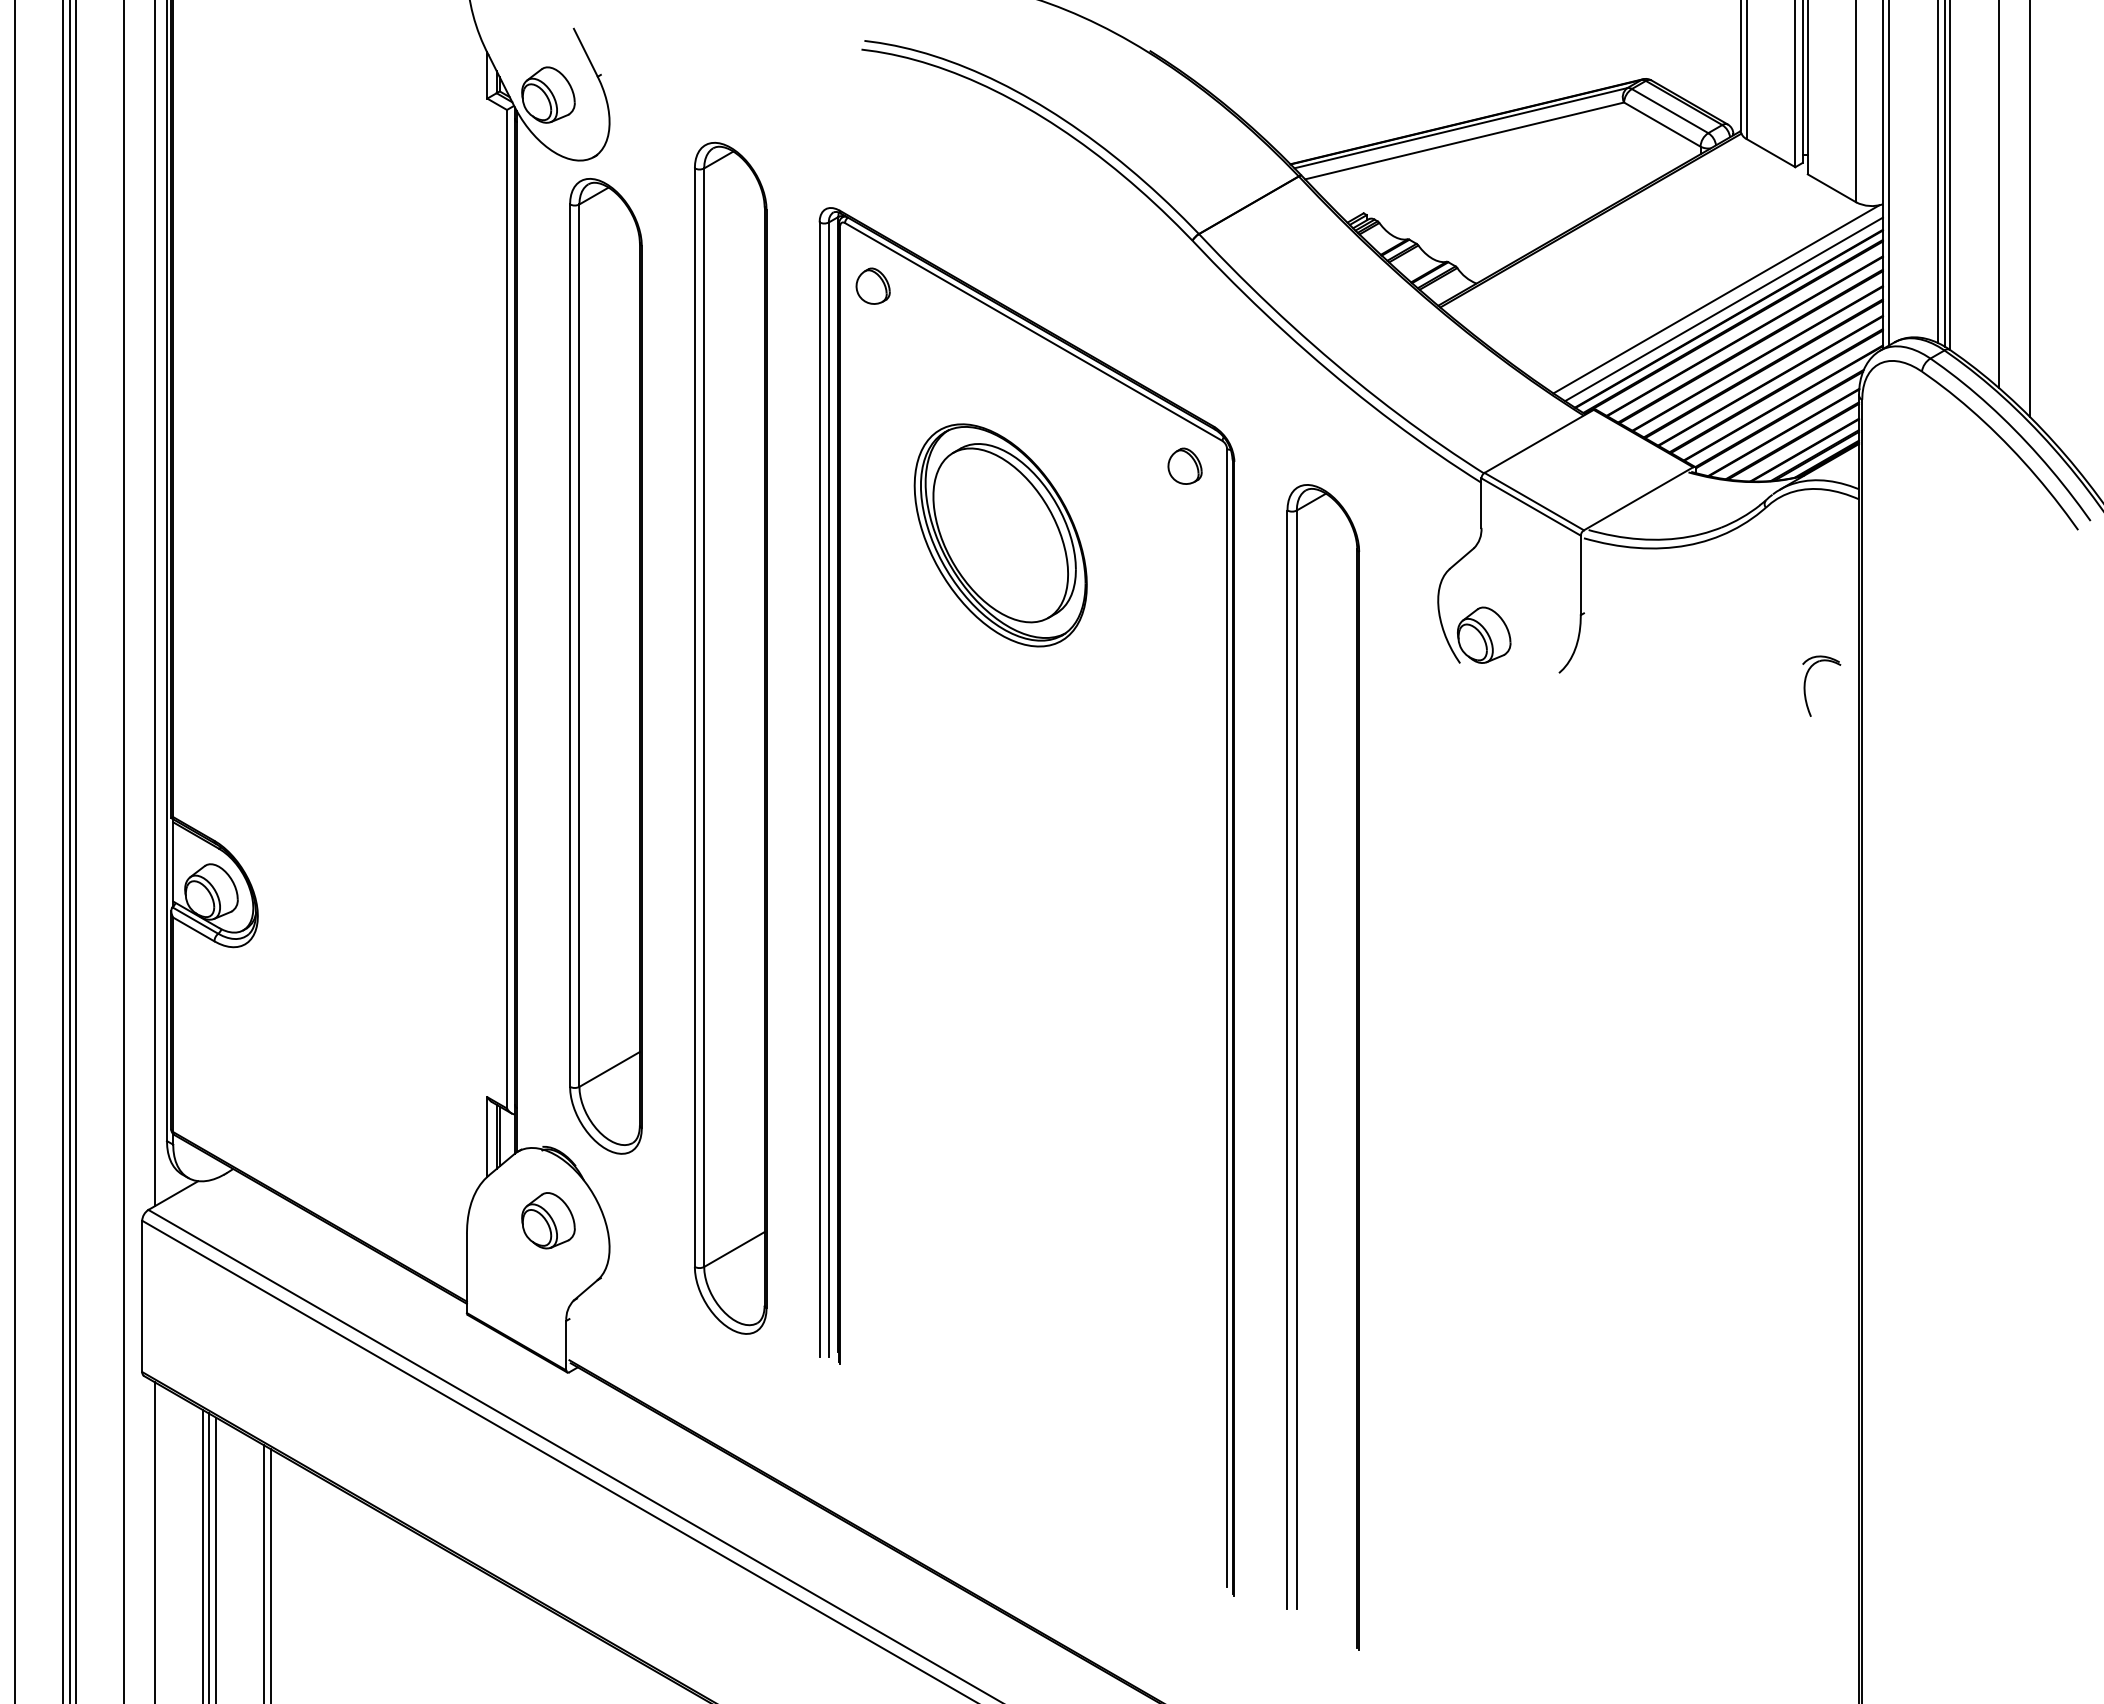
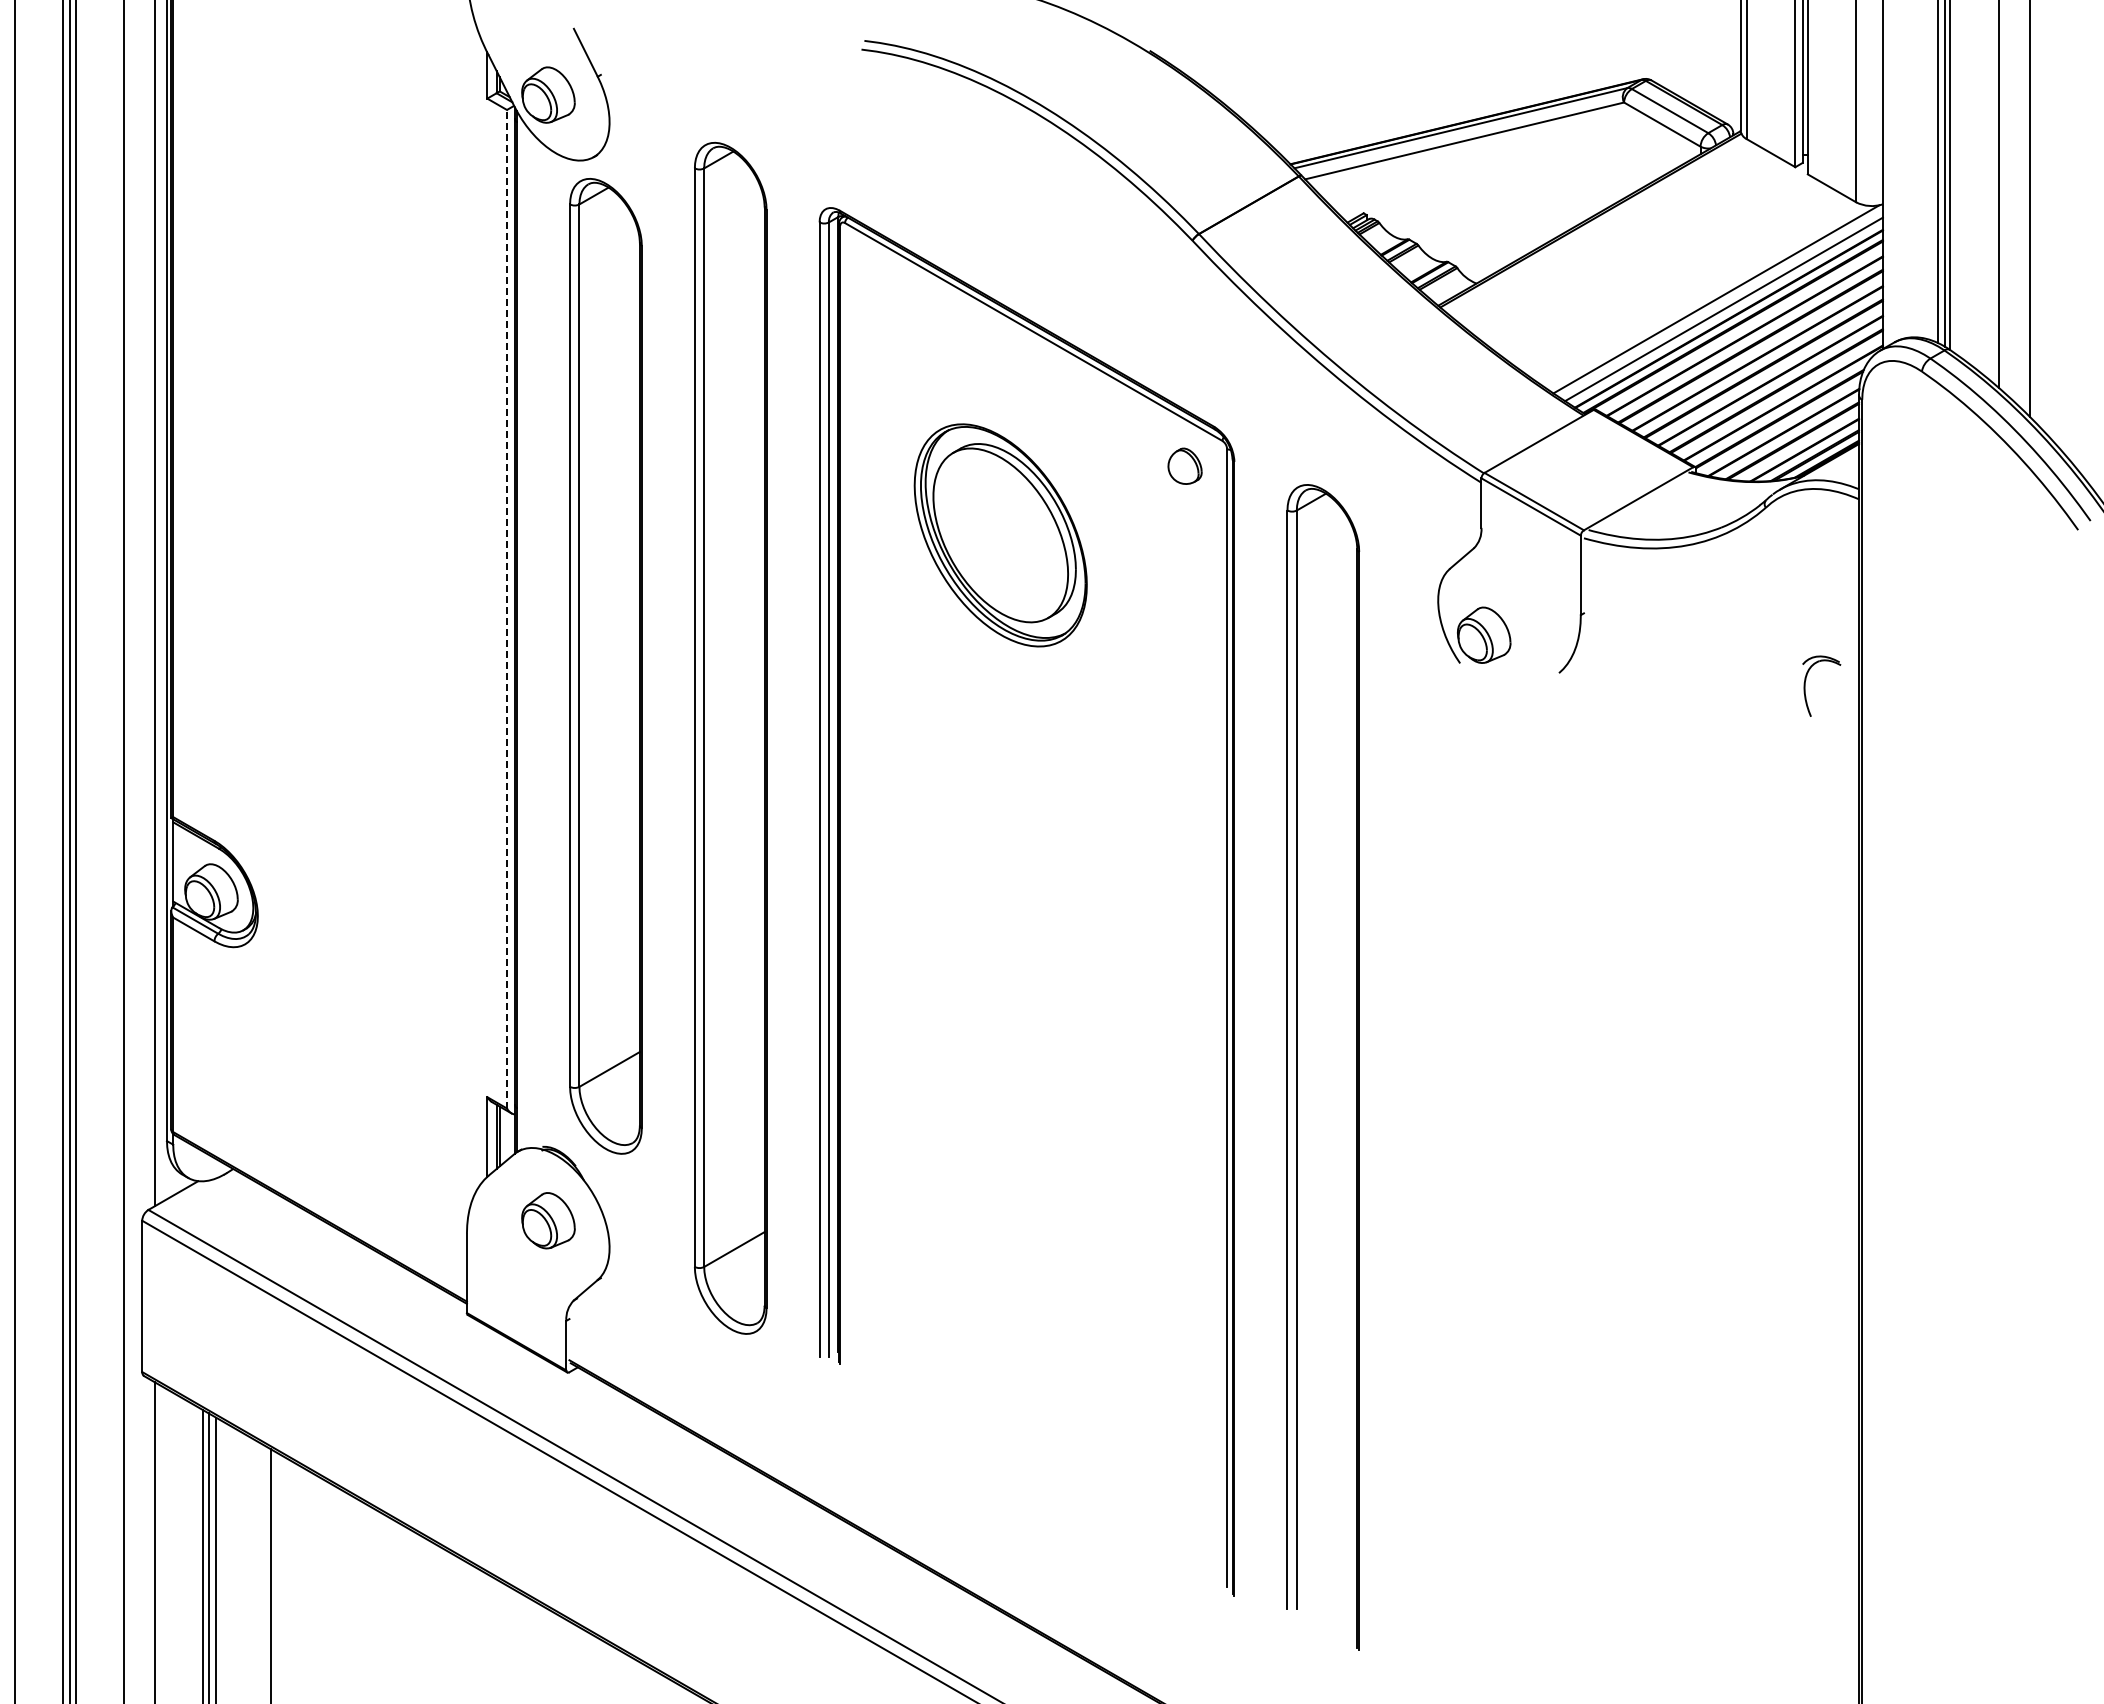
line at (1889, 173): present -> none
part at (872, 285): present -> none
line at (507, 608): solid -> dashed
line at (264, 1572): present -> none
